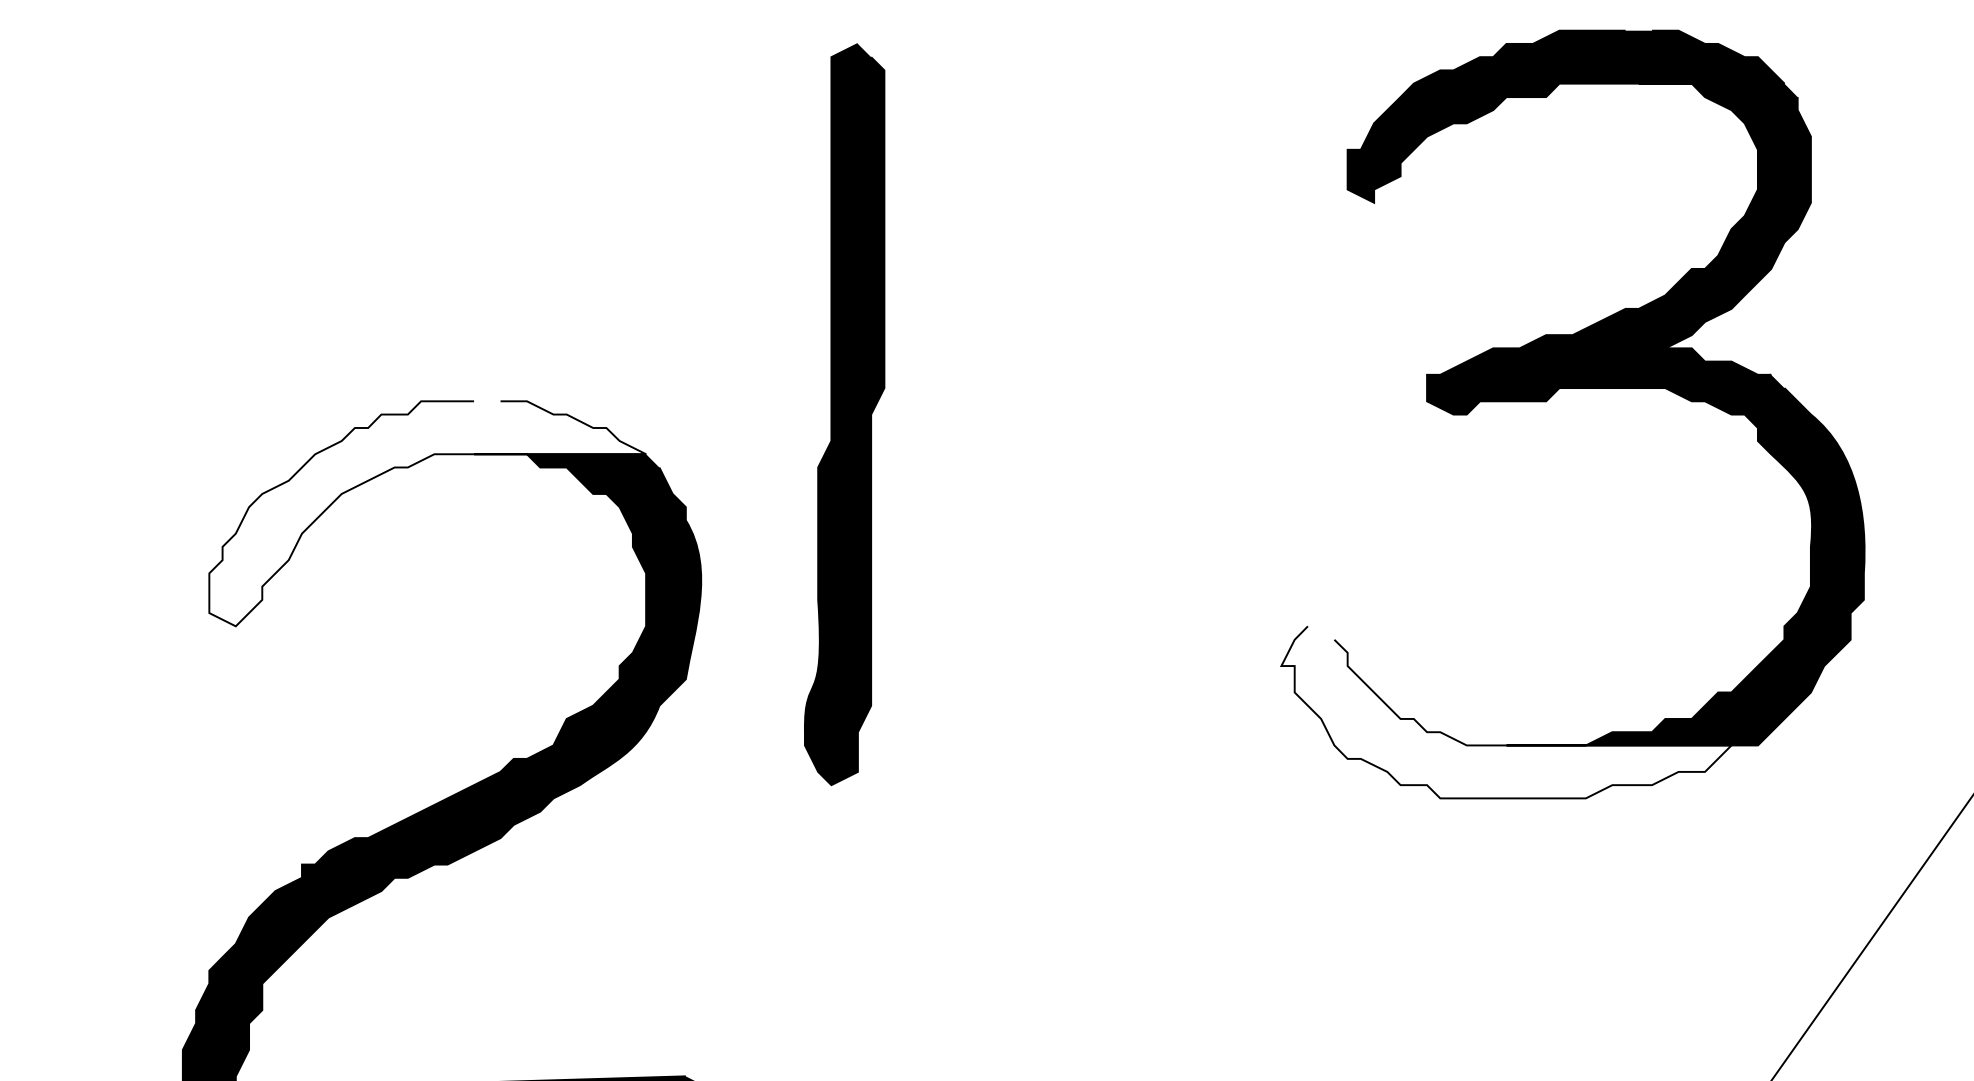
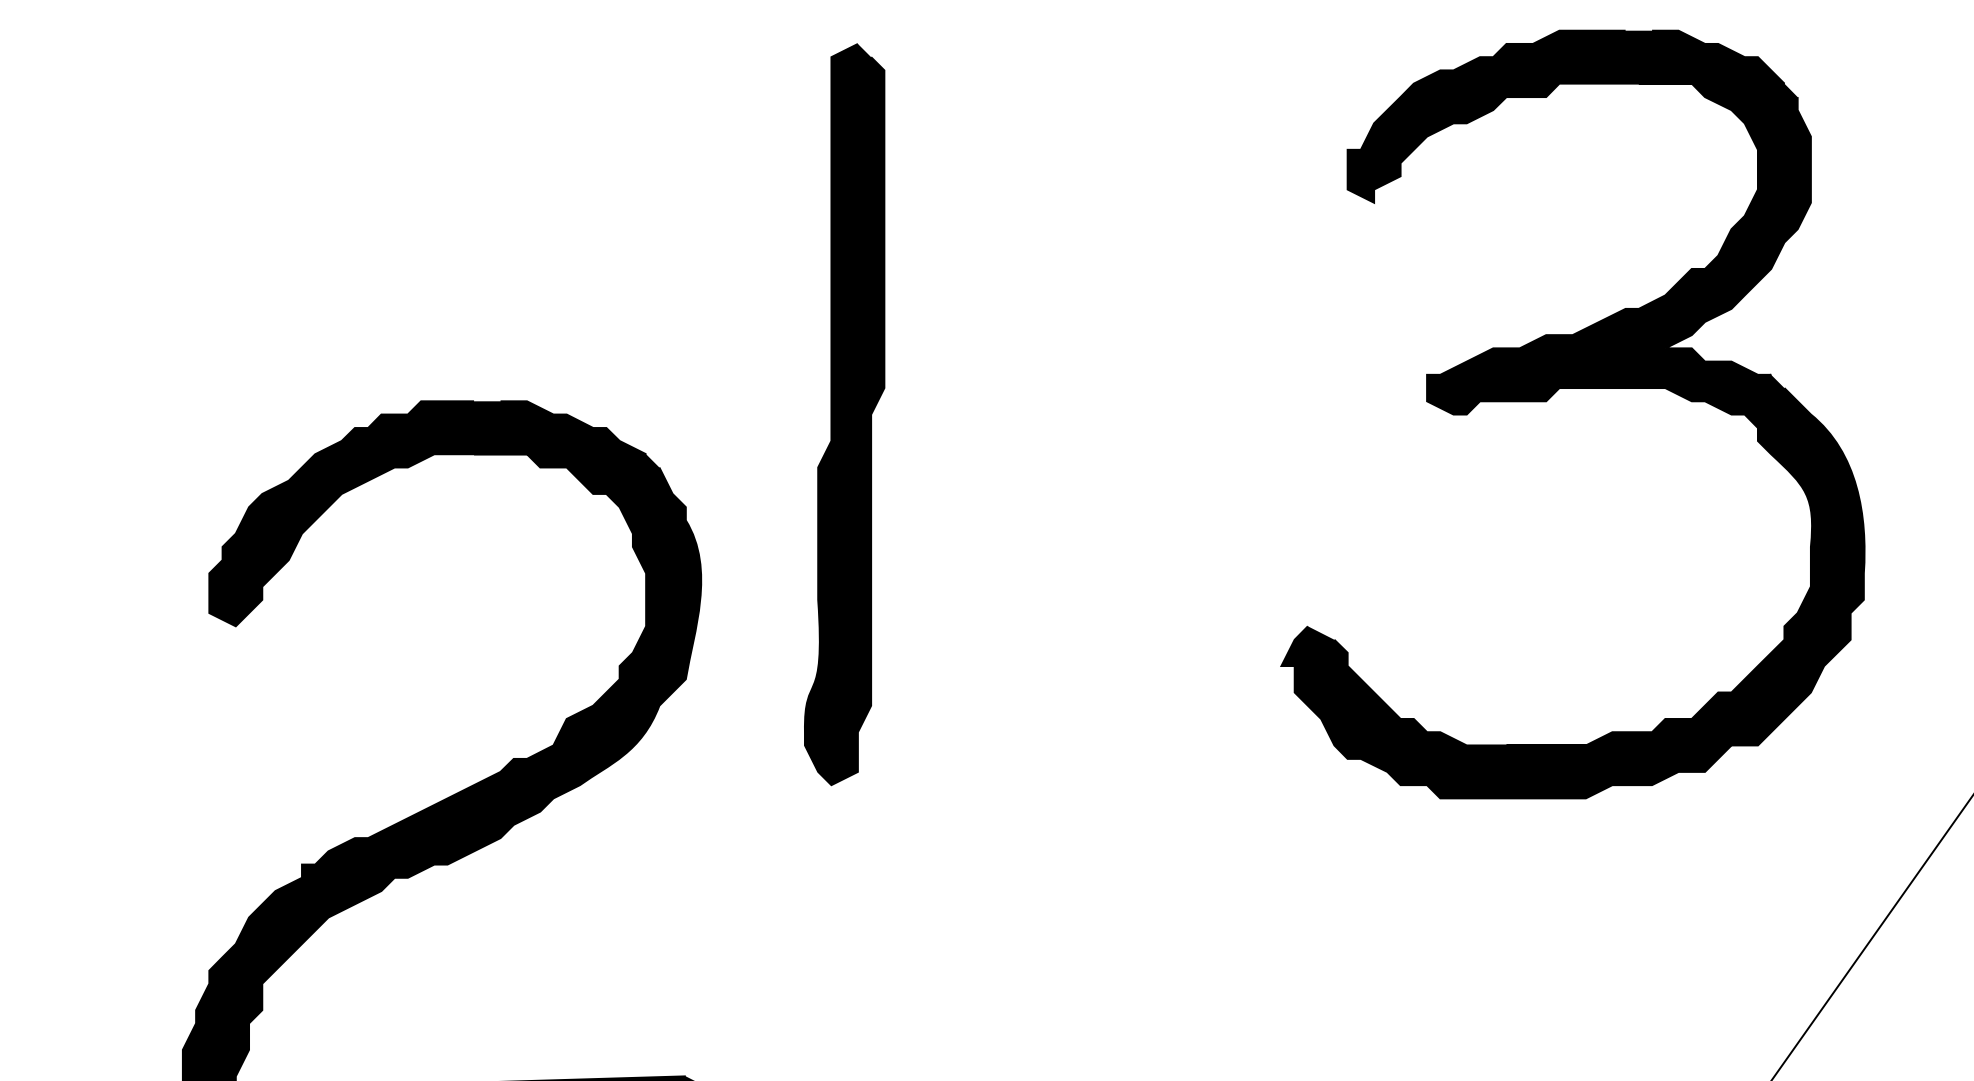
fill at (427, 513): none -> present
fill at (1506, 712): none -> present
